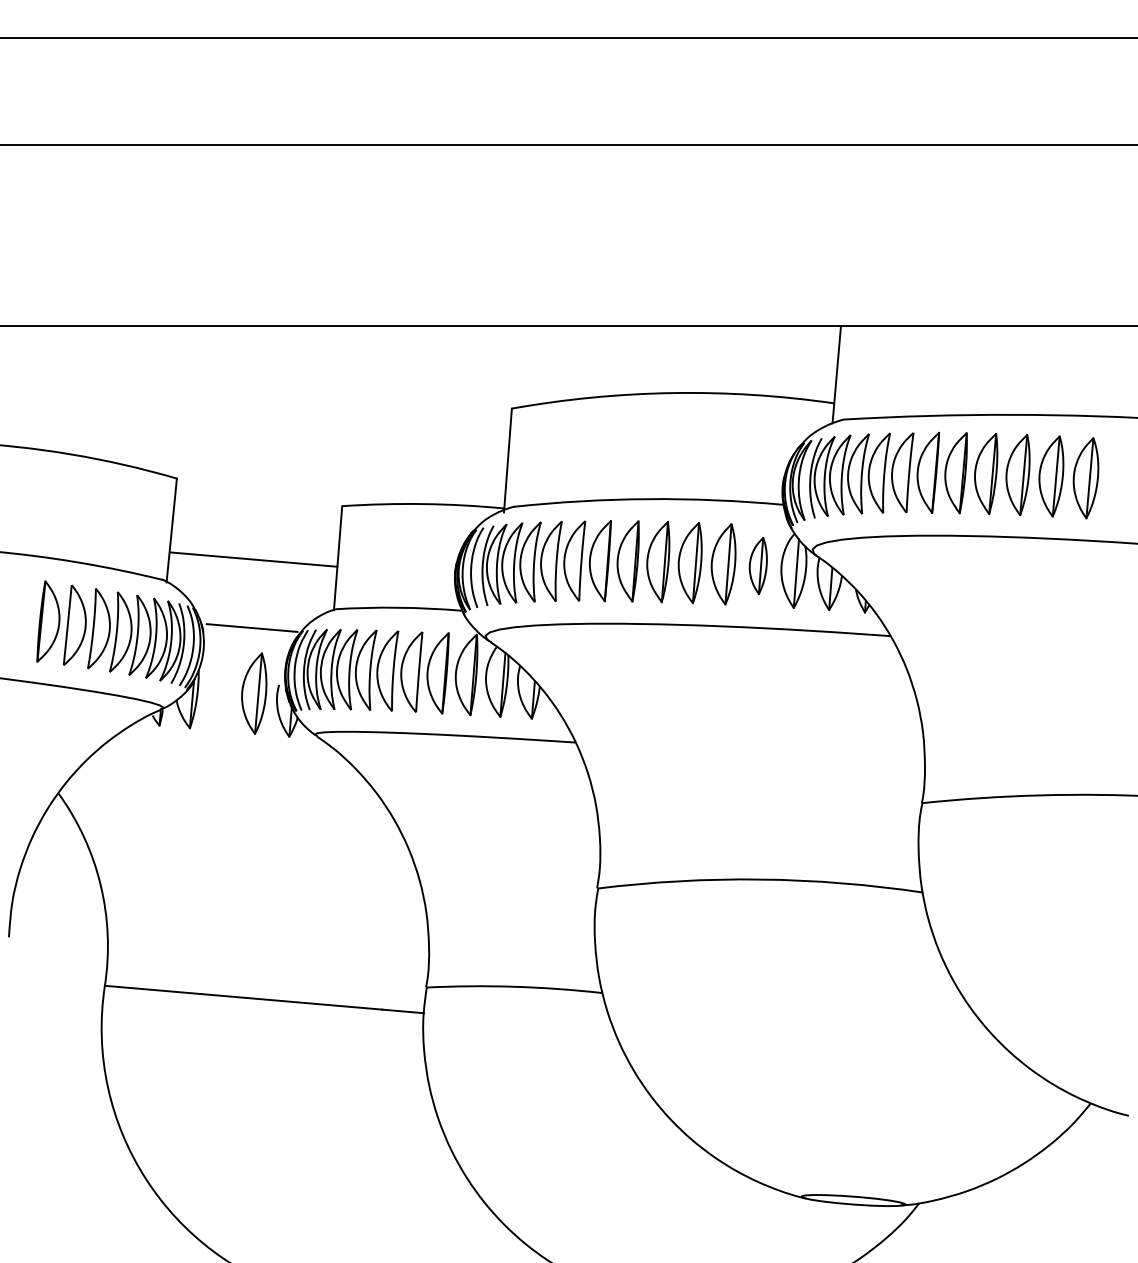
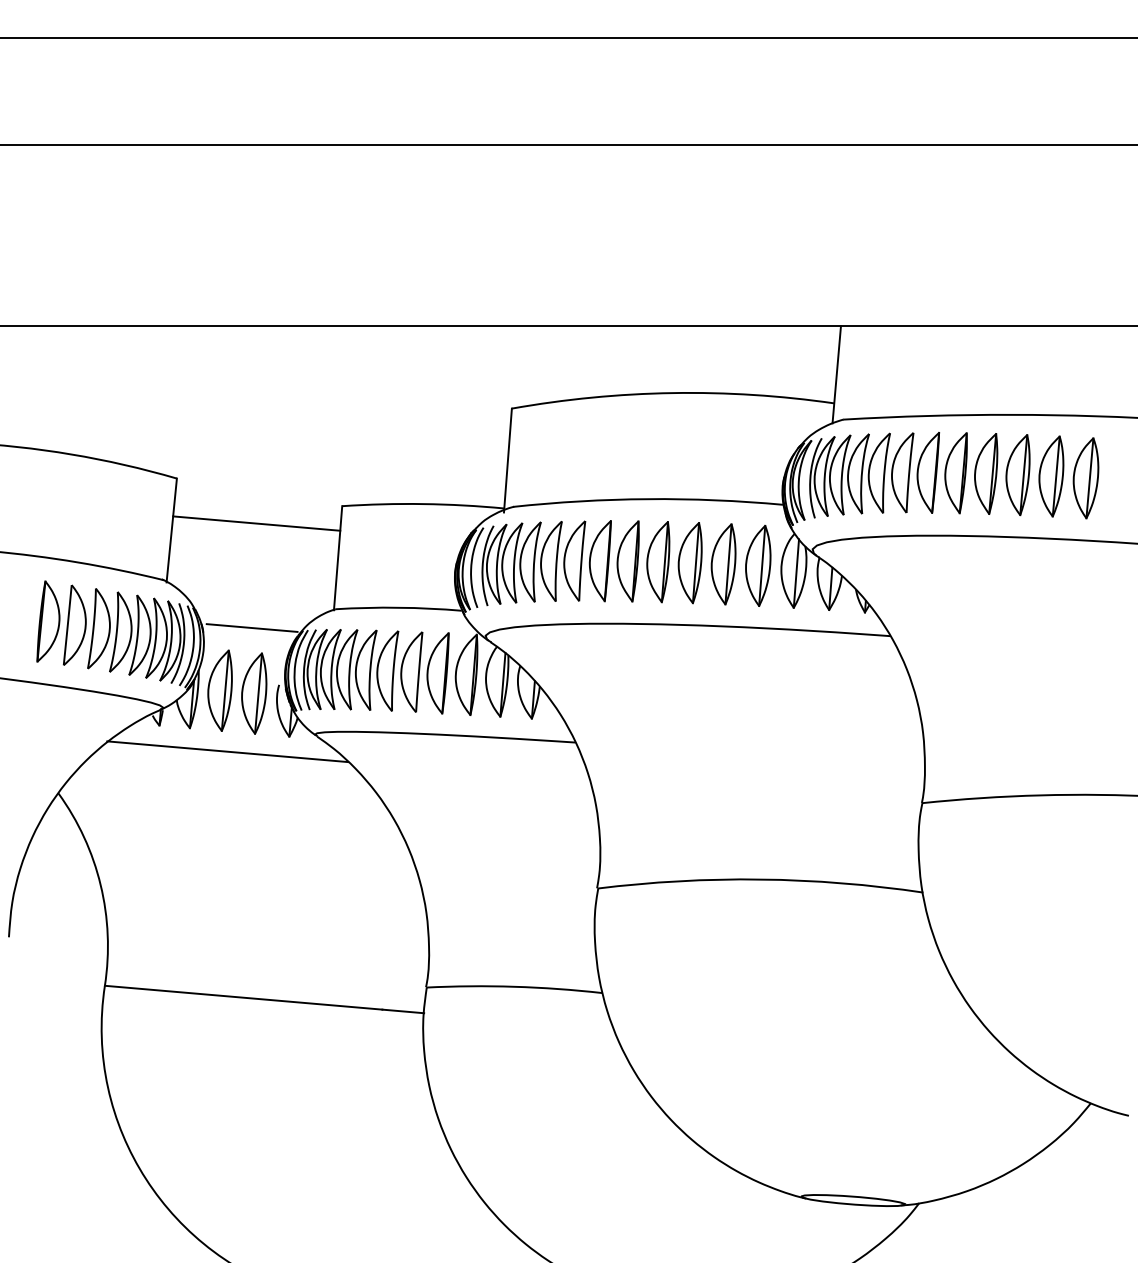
line at (253, 559) position: (253, 559) -> (256, 523)
part at (757, 565) size: 20x58 px -> 27x82 px
part at (219, 690): none -> present
line at (227, 751): none -> present
